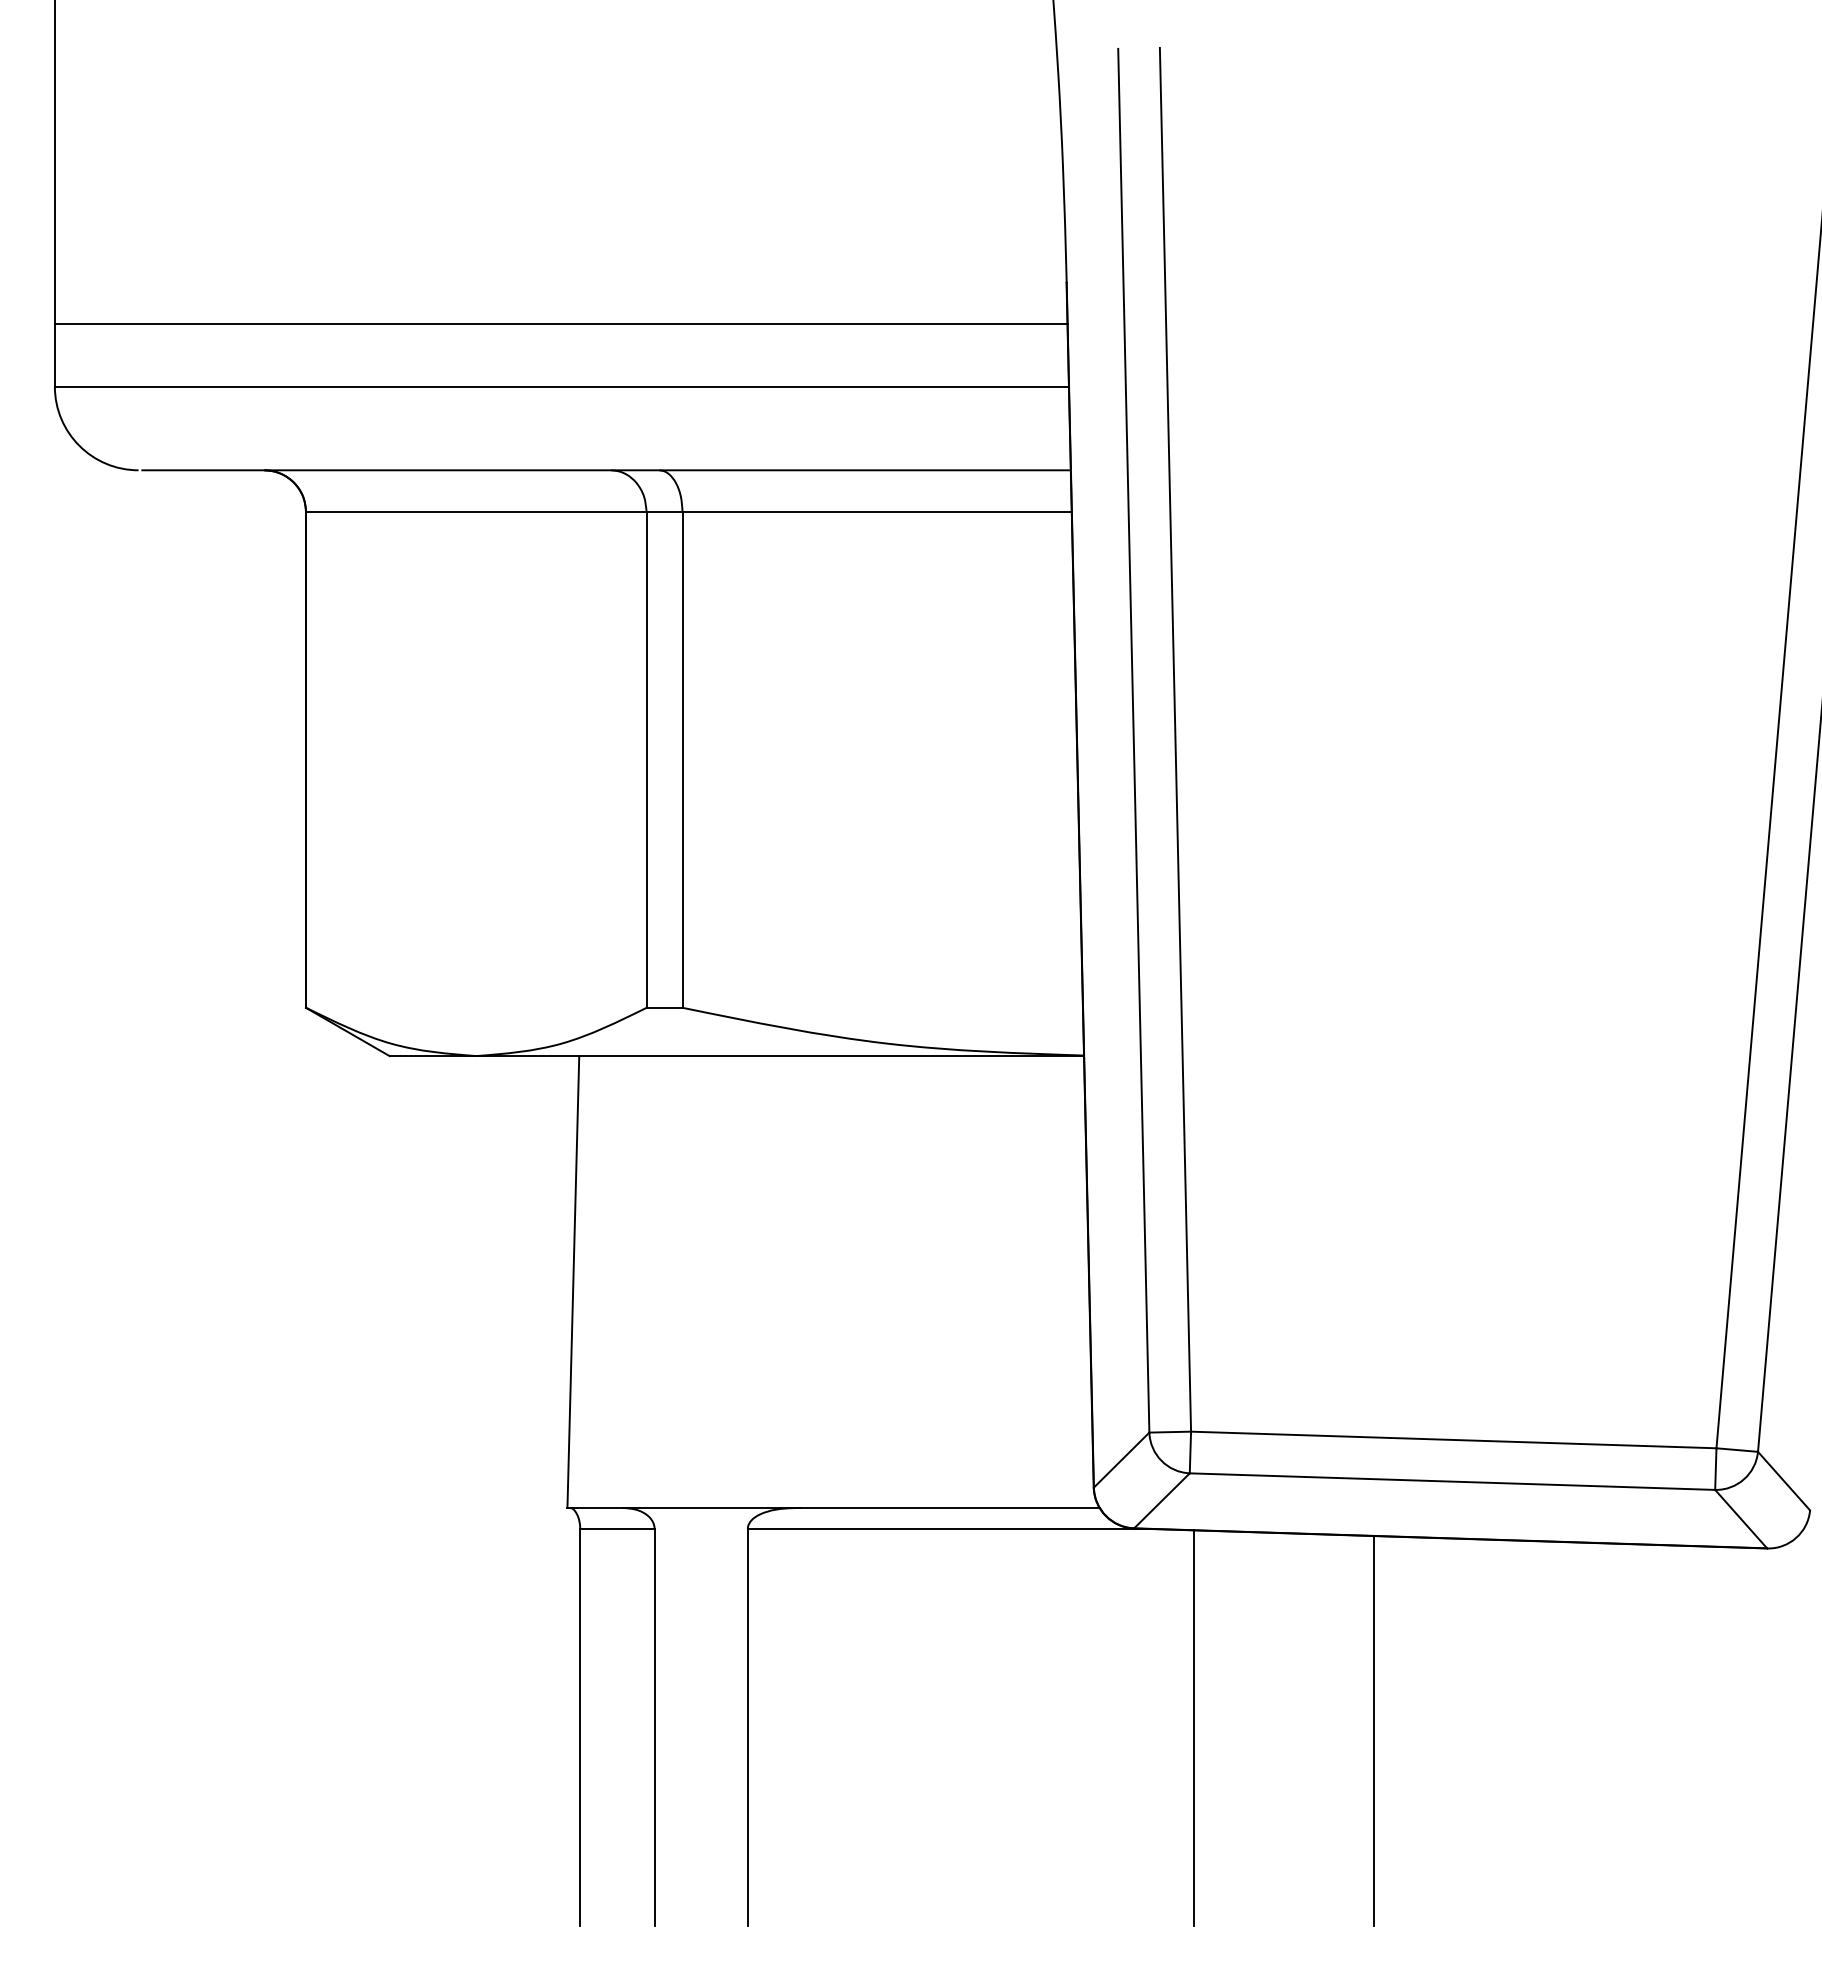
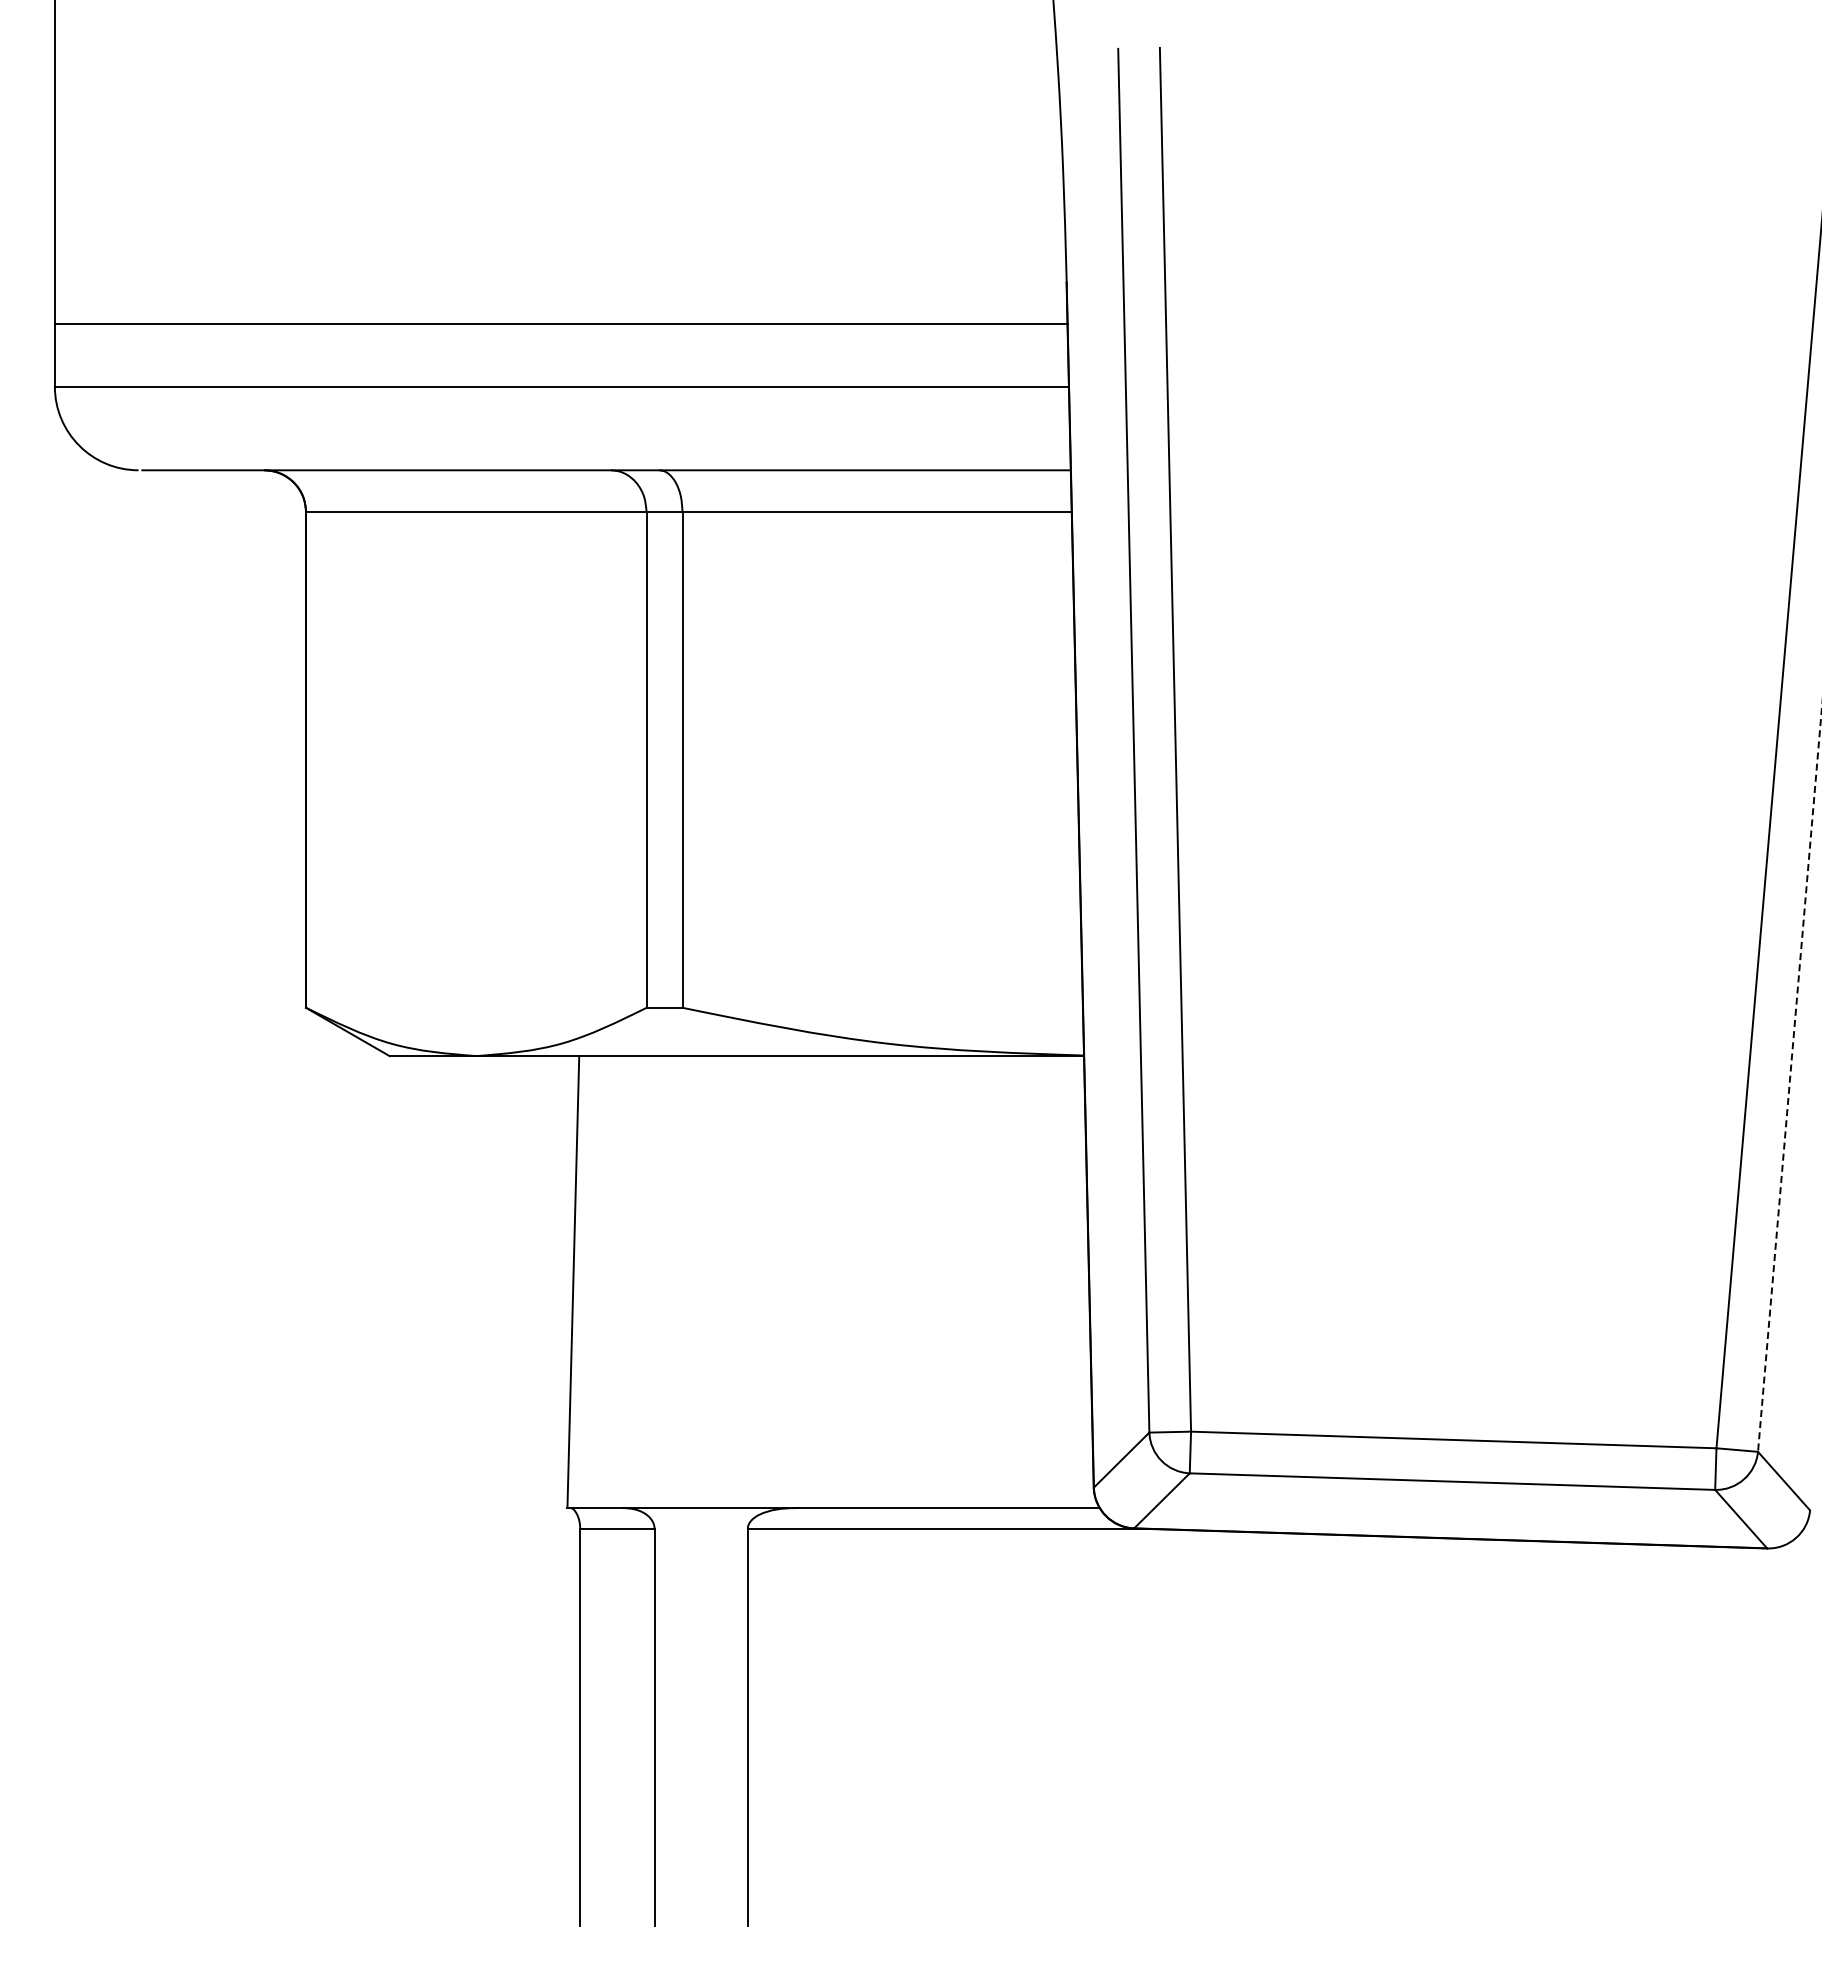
line at (1789, 1080): solid -> dashed
line at (1193, 1728): present -> none
line at (1373, 1731): present -> none
